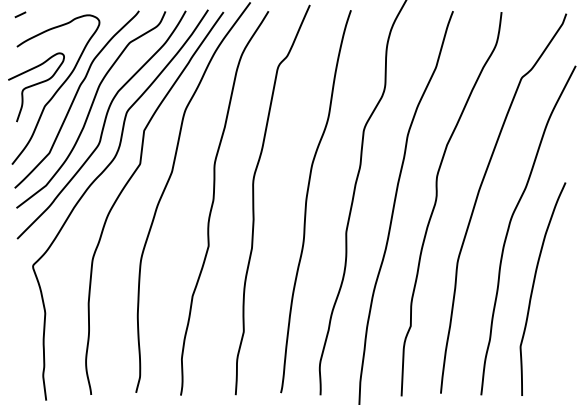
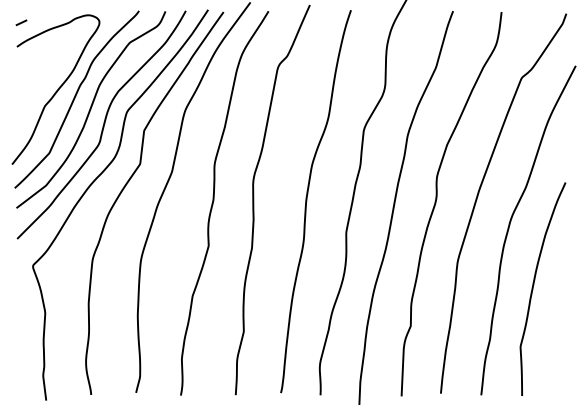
line at (20, 14) position: (20, 14) -> (21, 22)
curve at (36, 85): present -> none
